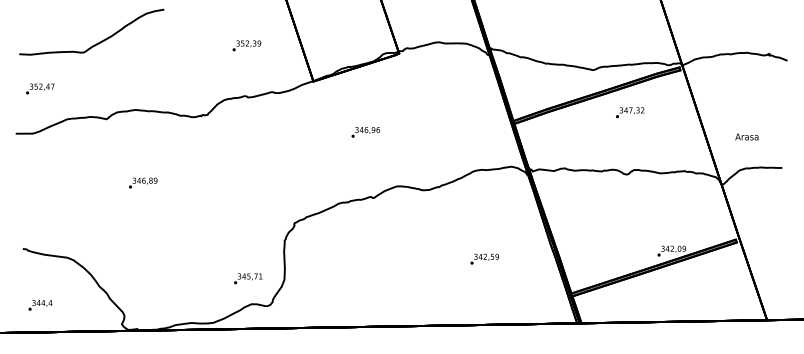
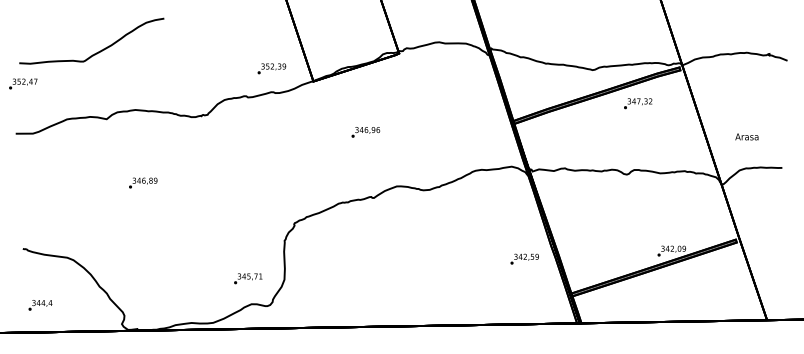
part at (96, 43) position: (96, 43) -> (96, 52)
text at (246, 45) position: (246, 45) -> (271, 68)
text at (40, 88) position: (40, 88) -> (23, 83)
text at (630, 112) position: (630, 112) -> (638, 103)
text at (484, 258) position: (484, 258) -> (524, 258)
